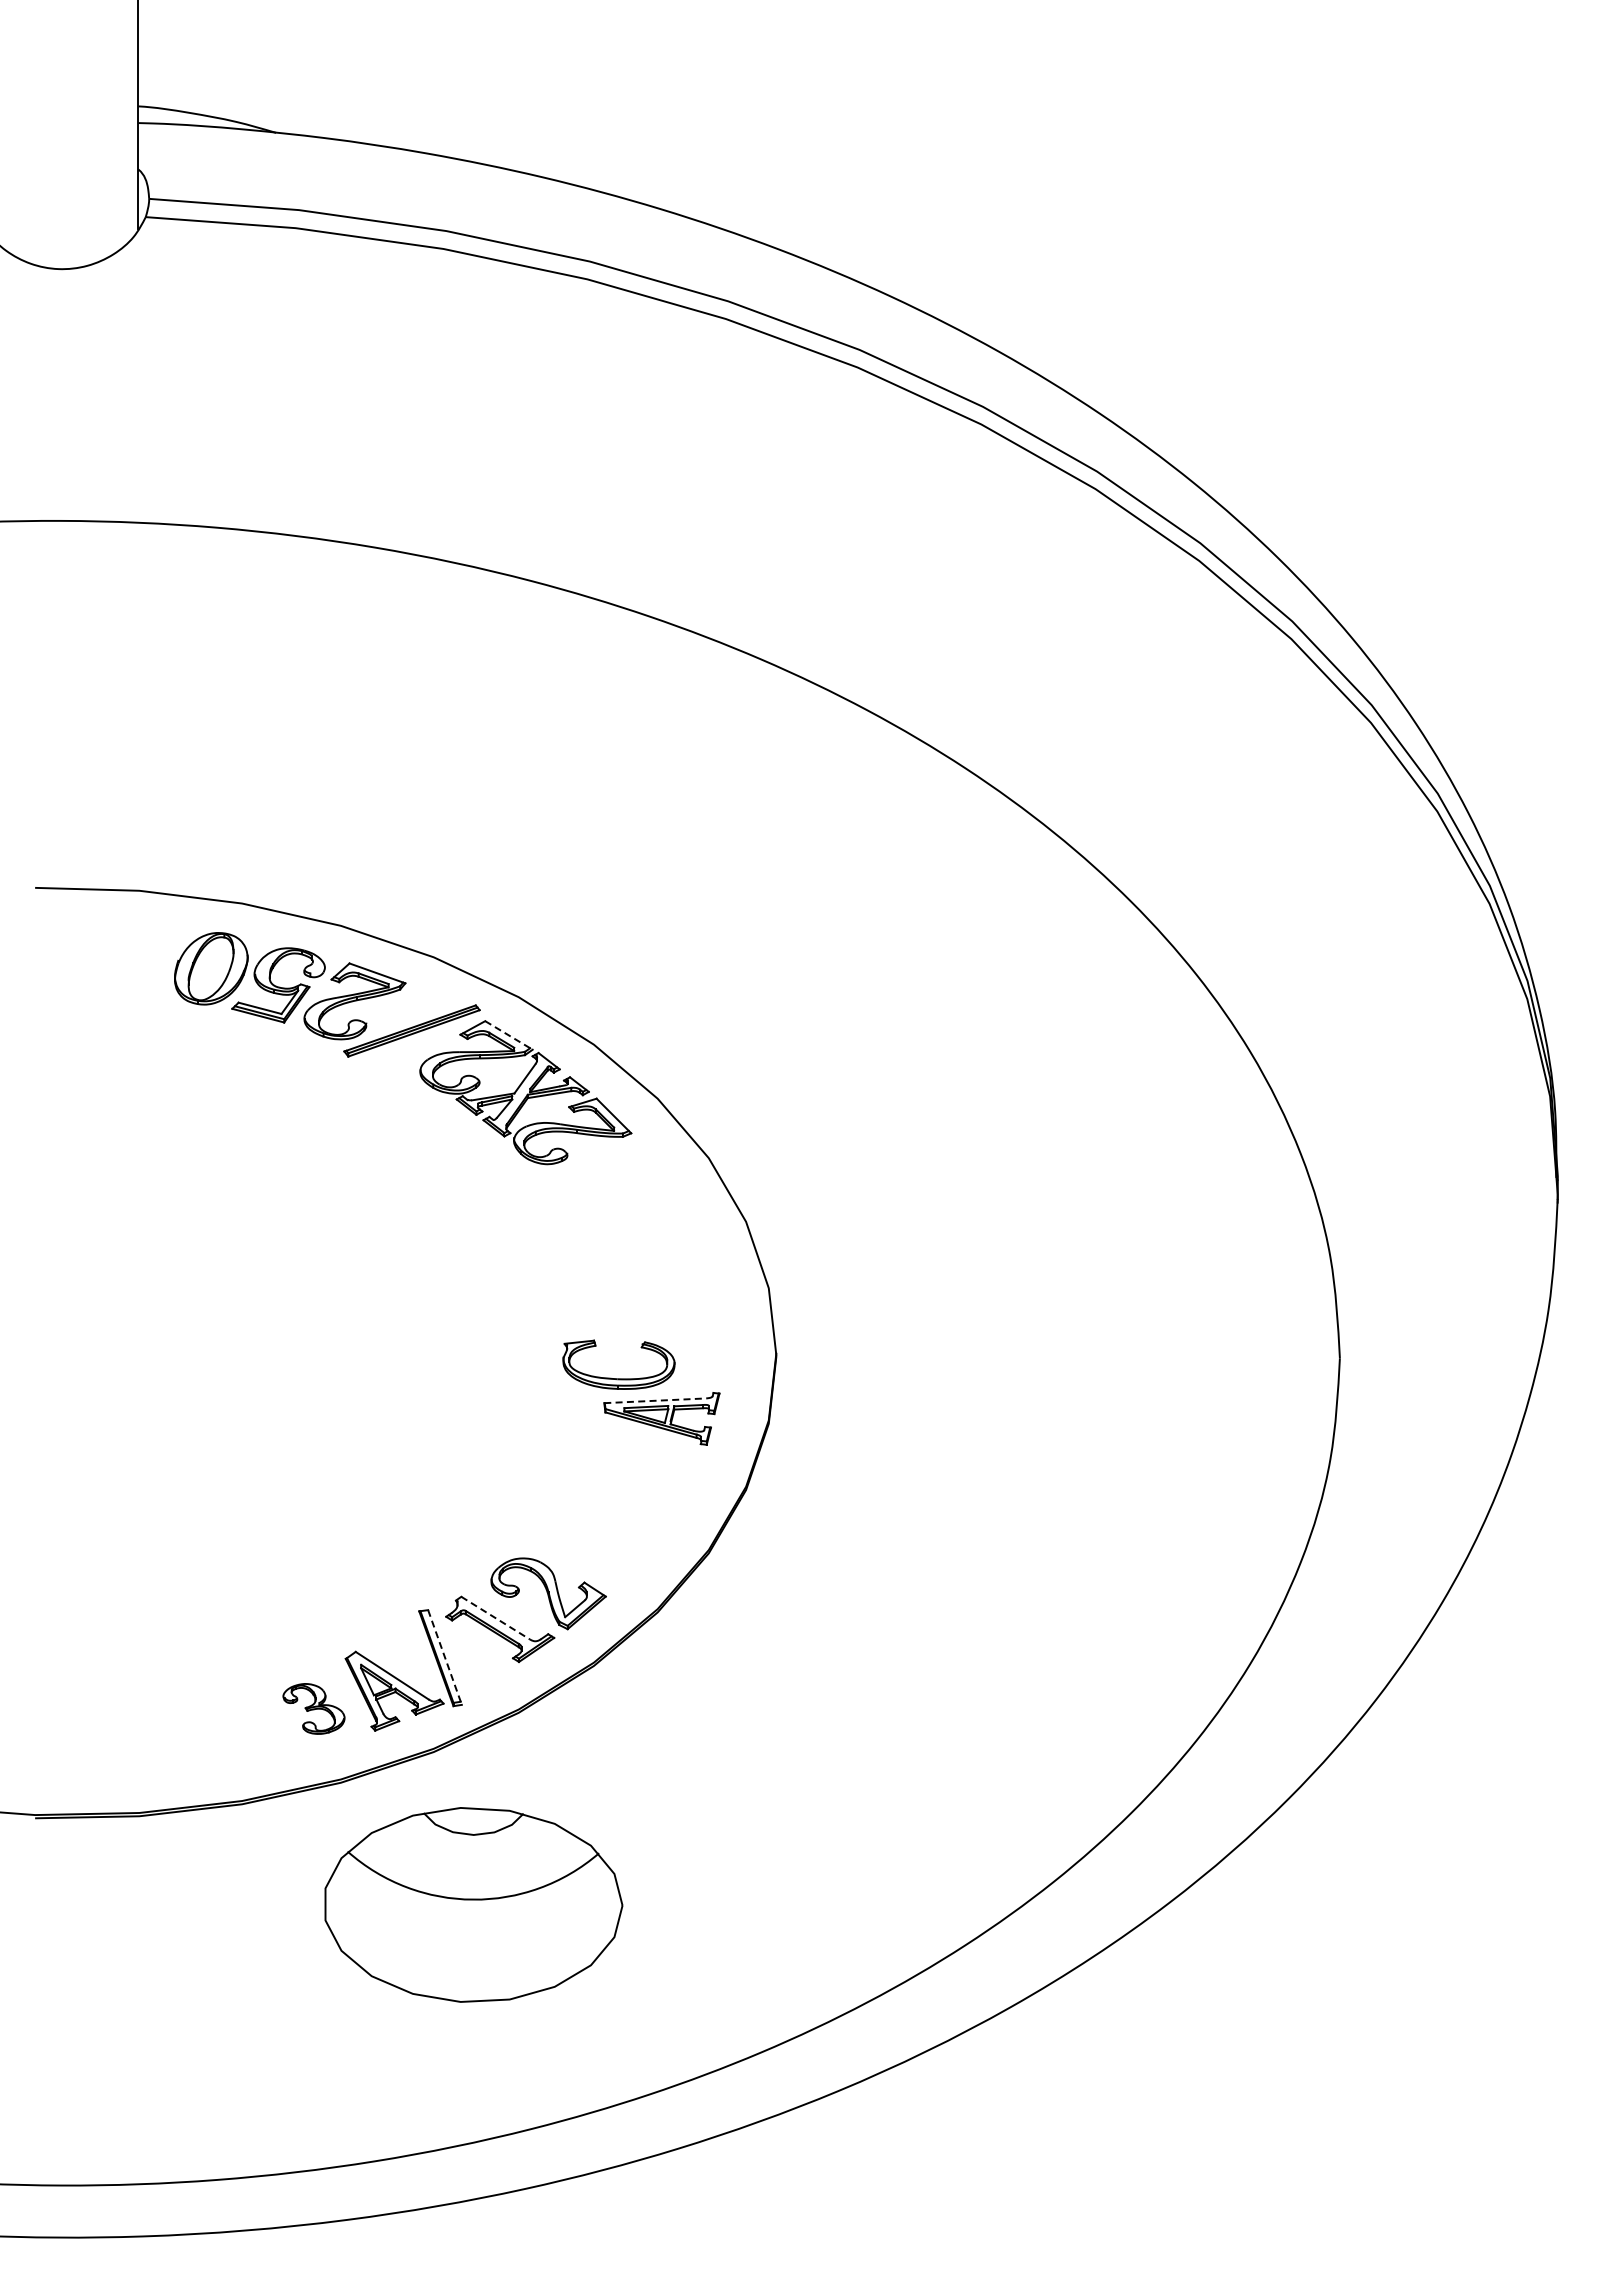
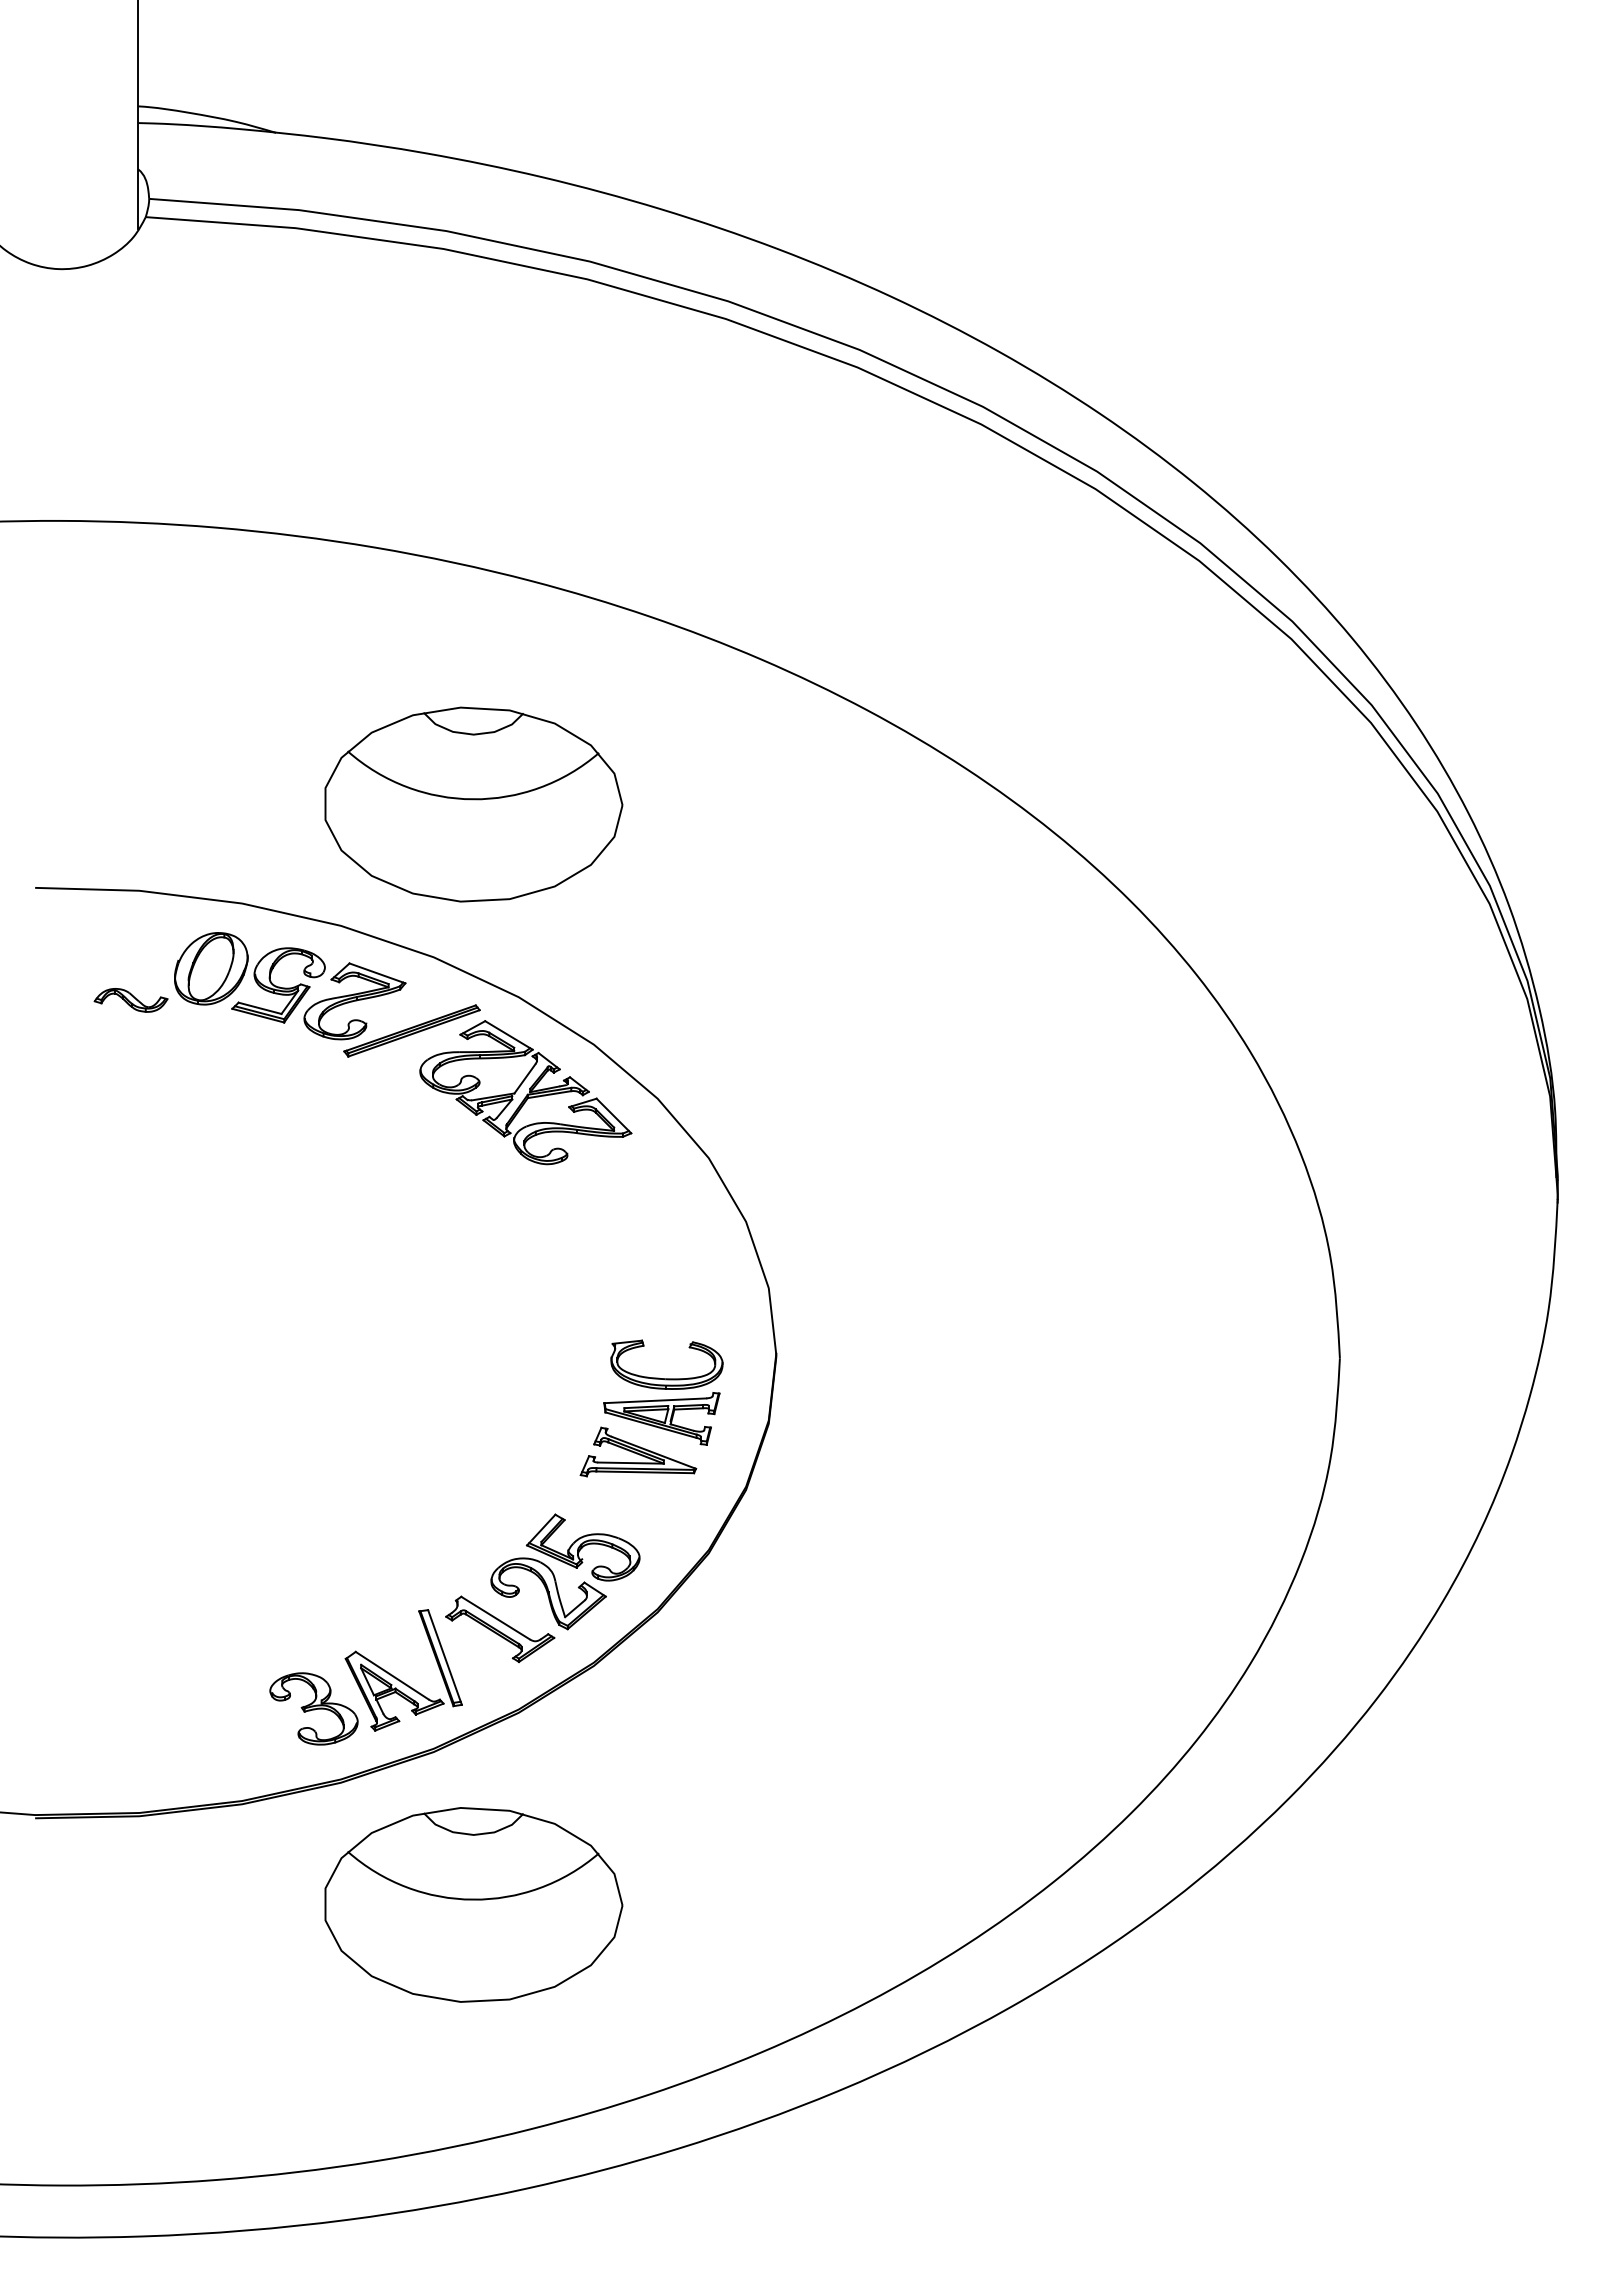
part at (473, 804): none -> present
part at (130, 1000): none -> present
line at (508, 1035): dashed -> solid
part at (618, 1378) position: (618, 1378) -> (666, 1378)
line at (655, 1400): dashed -> solid
part at (638, 1451): none -> present
part at (582, 1547): none -> present
line at (496, 1618): dashed -> solid
line at (445, 1657): dashed -> solid
part at (313, 1708) size: 64x52 px -> 90x74 px
